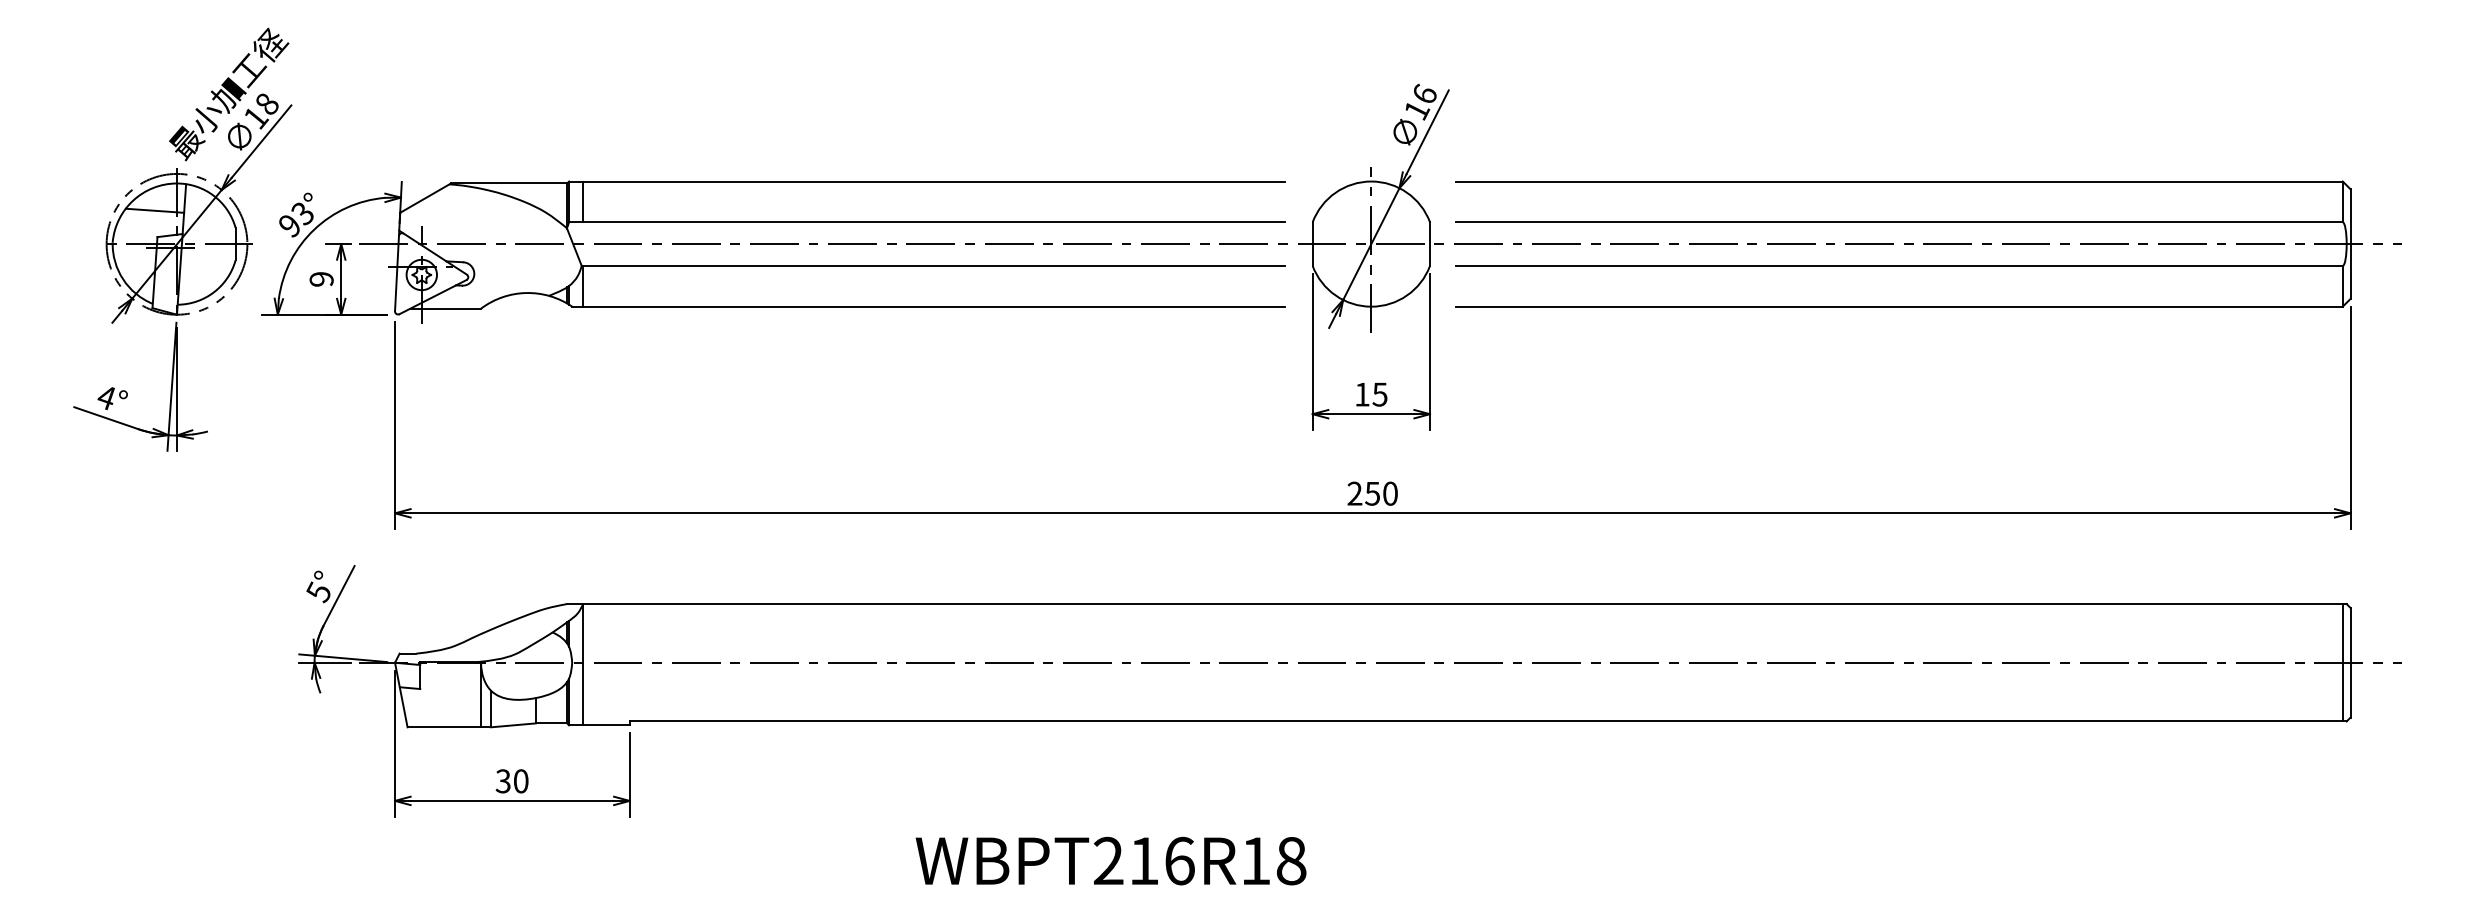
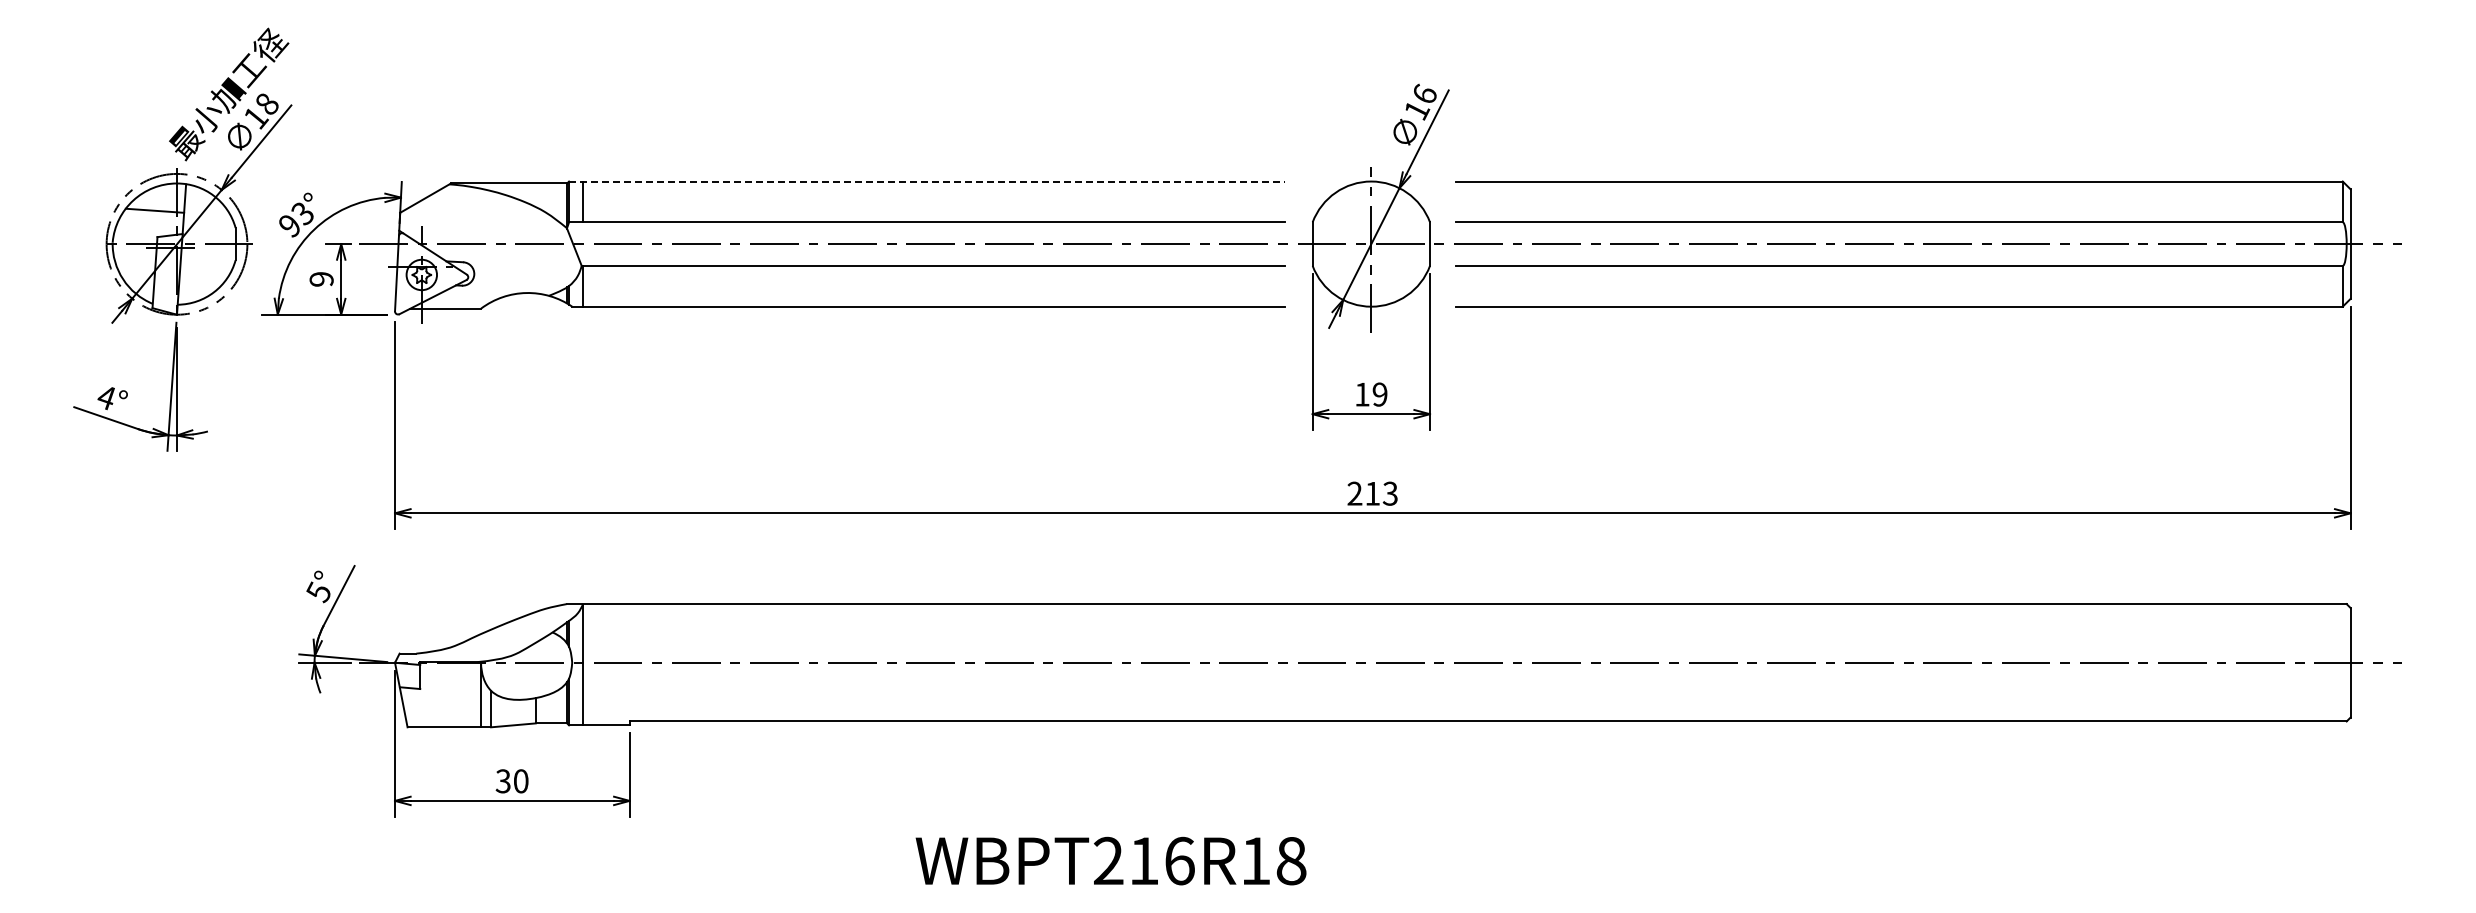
line at (927, 181): solid -> dashed
text at (1379, 394): 15 -> 19
text at (1381, 493): 250 -> 213
line at (2342, 662): present -> none
